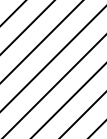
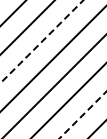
line at (41, 42): solid -> dashed
line at (82, 115): solid -> dashed
